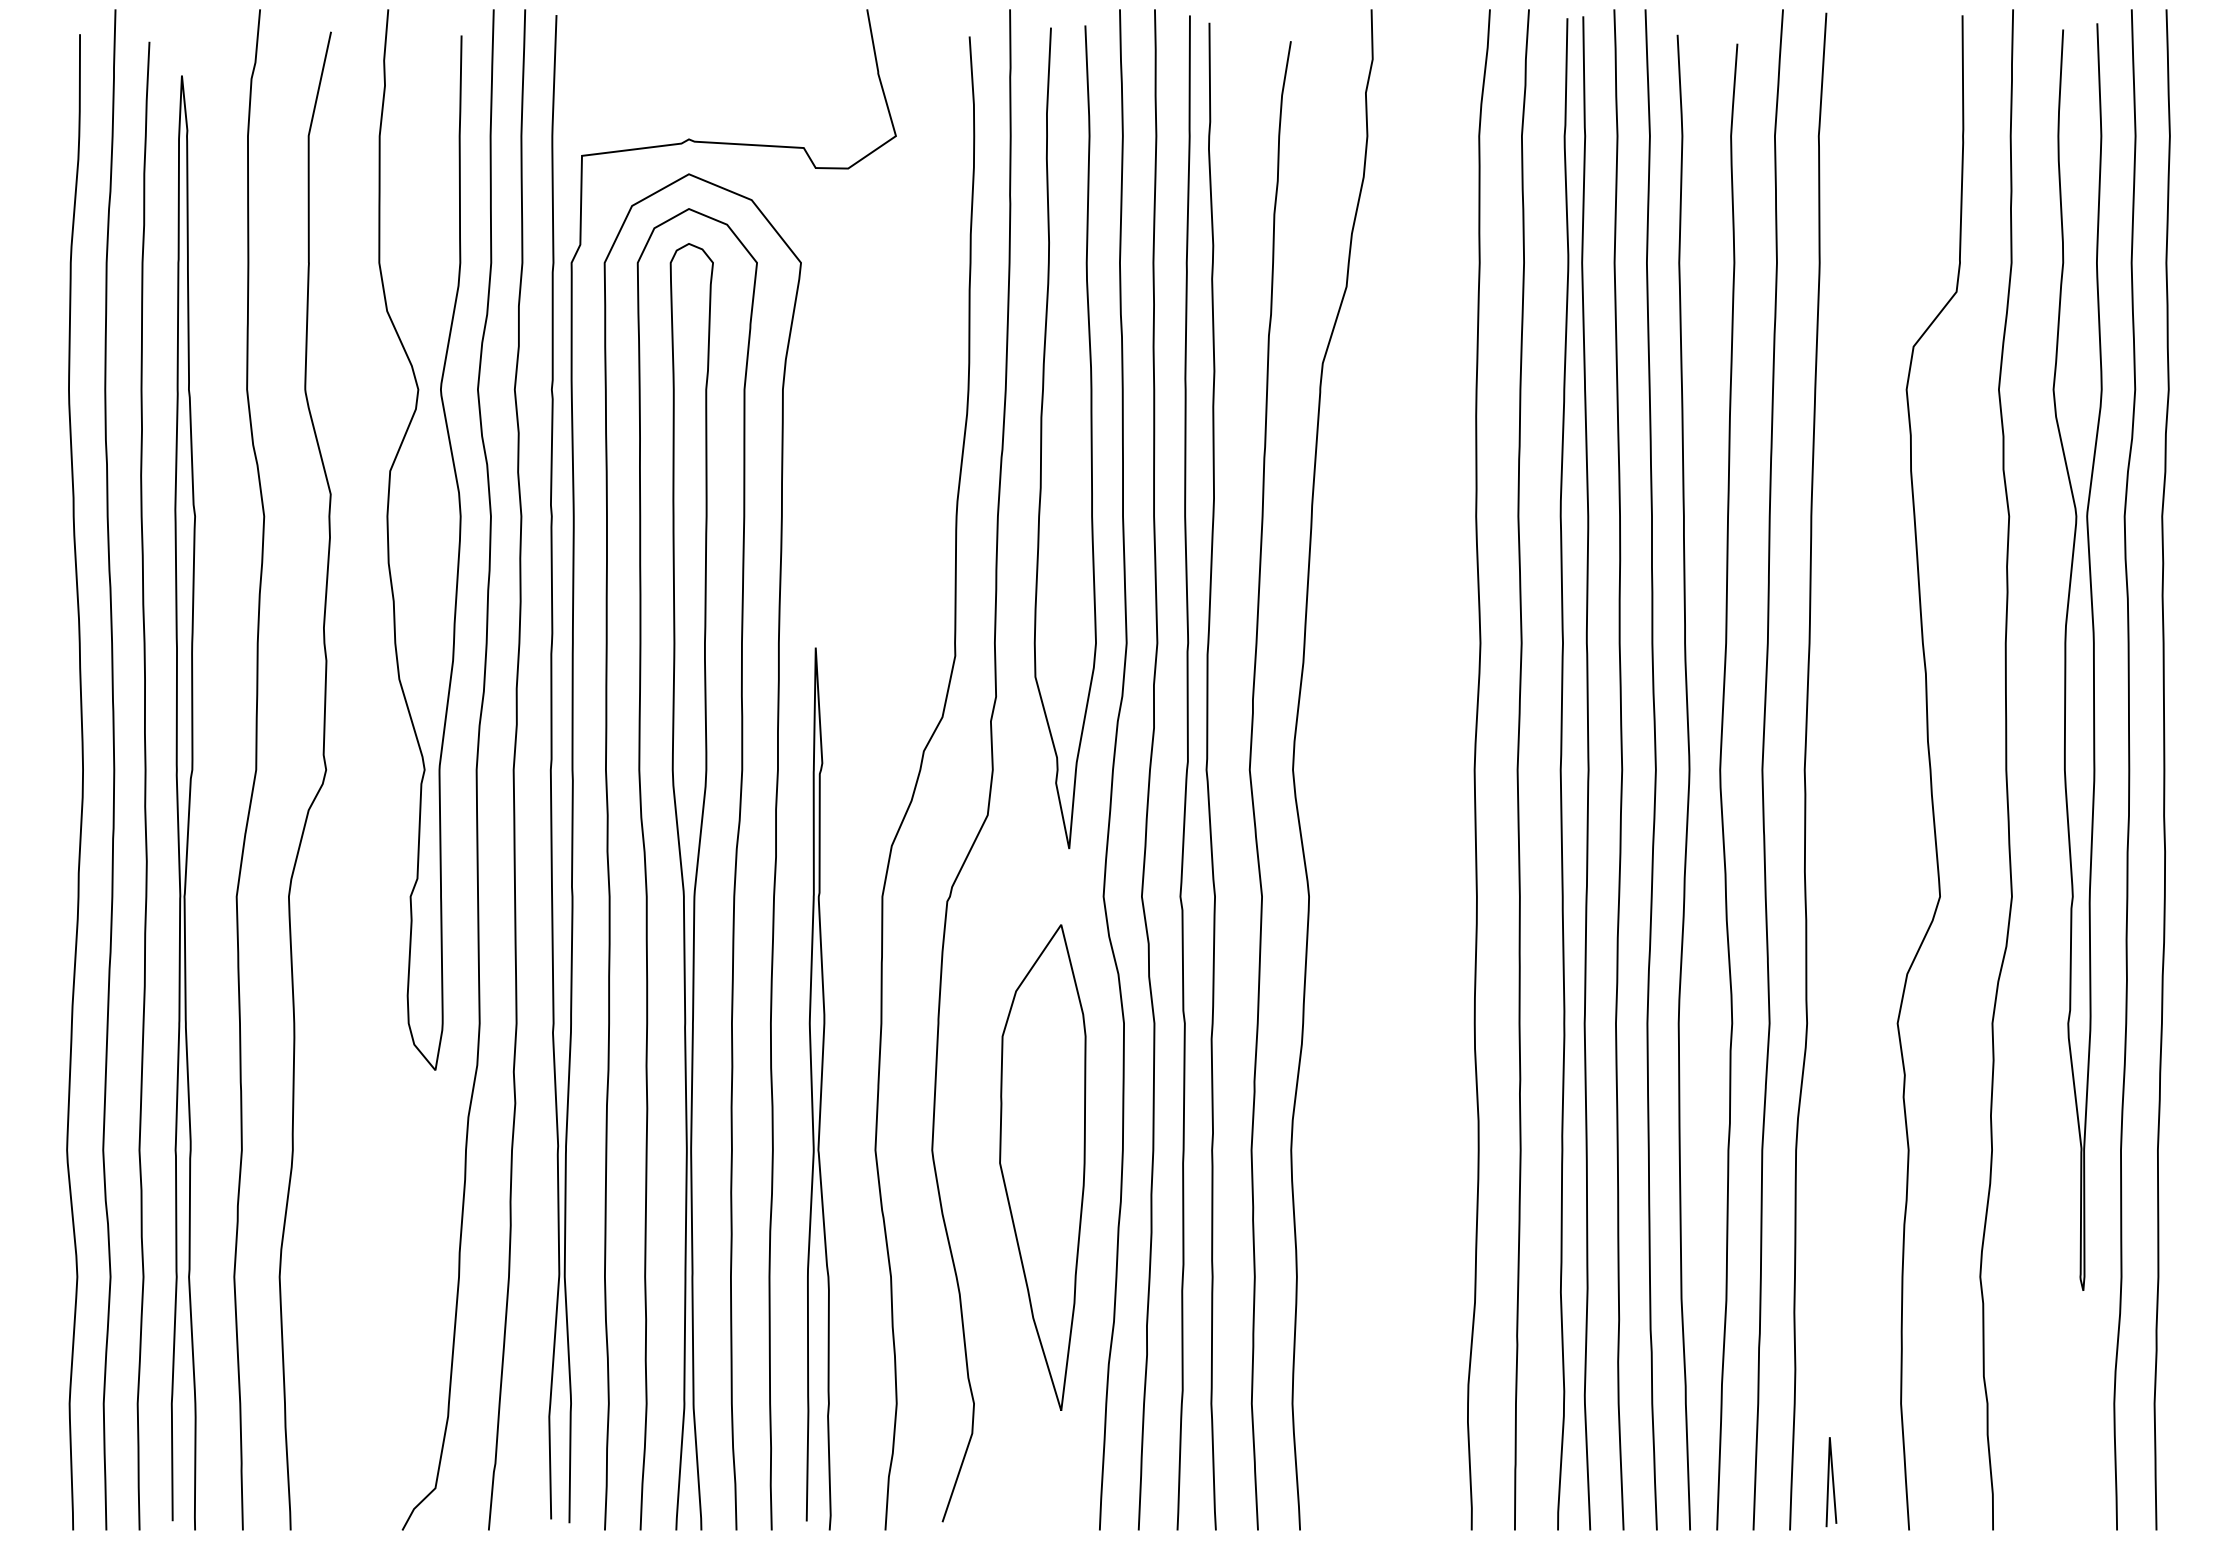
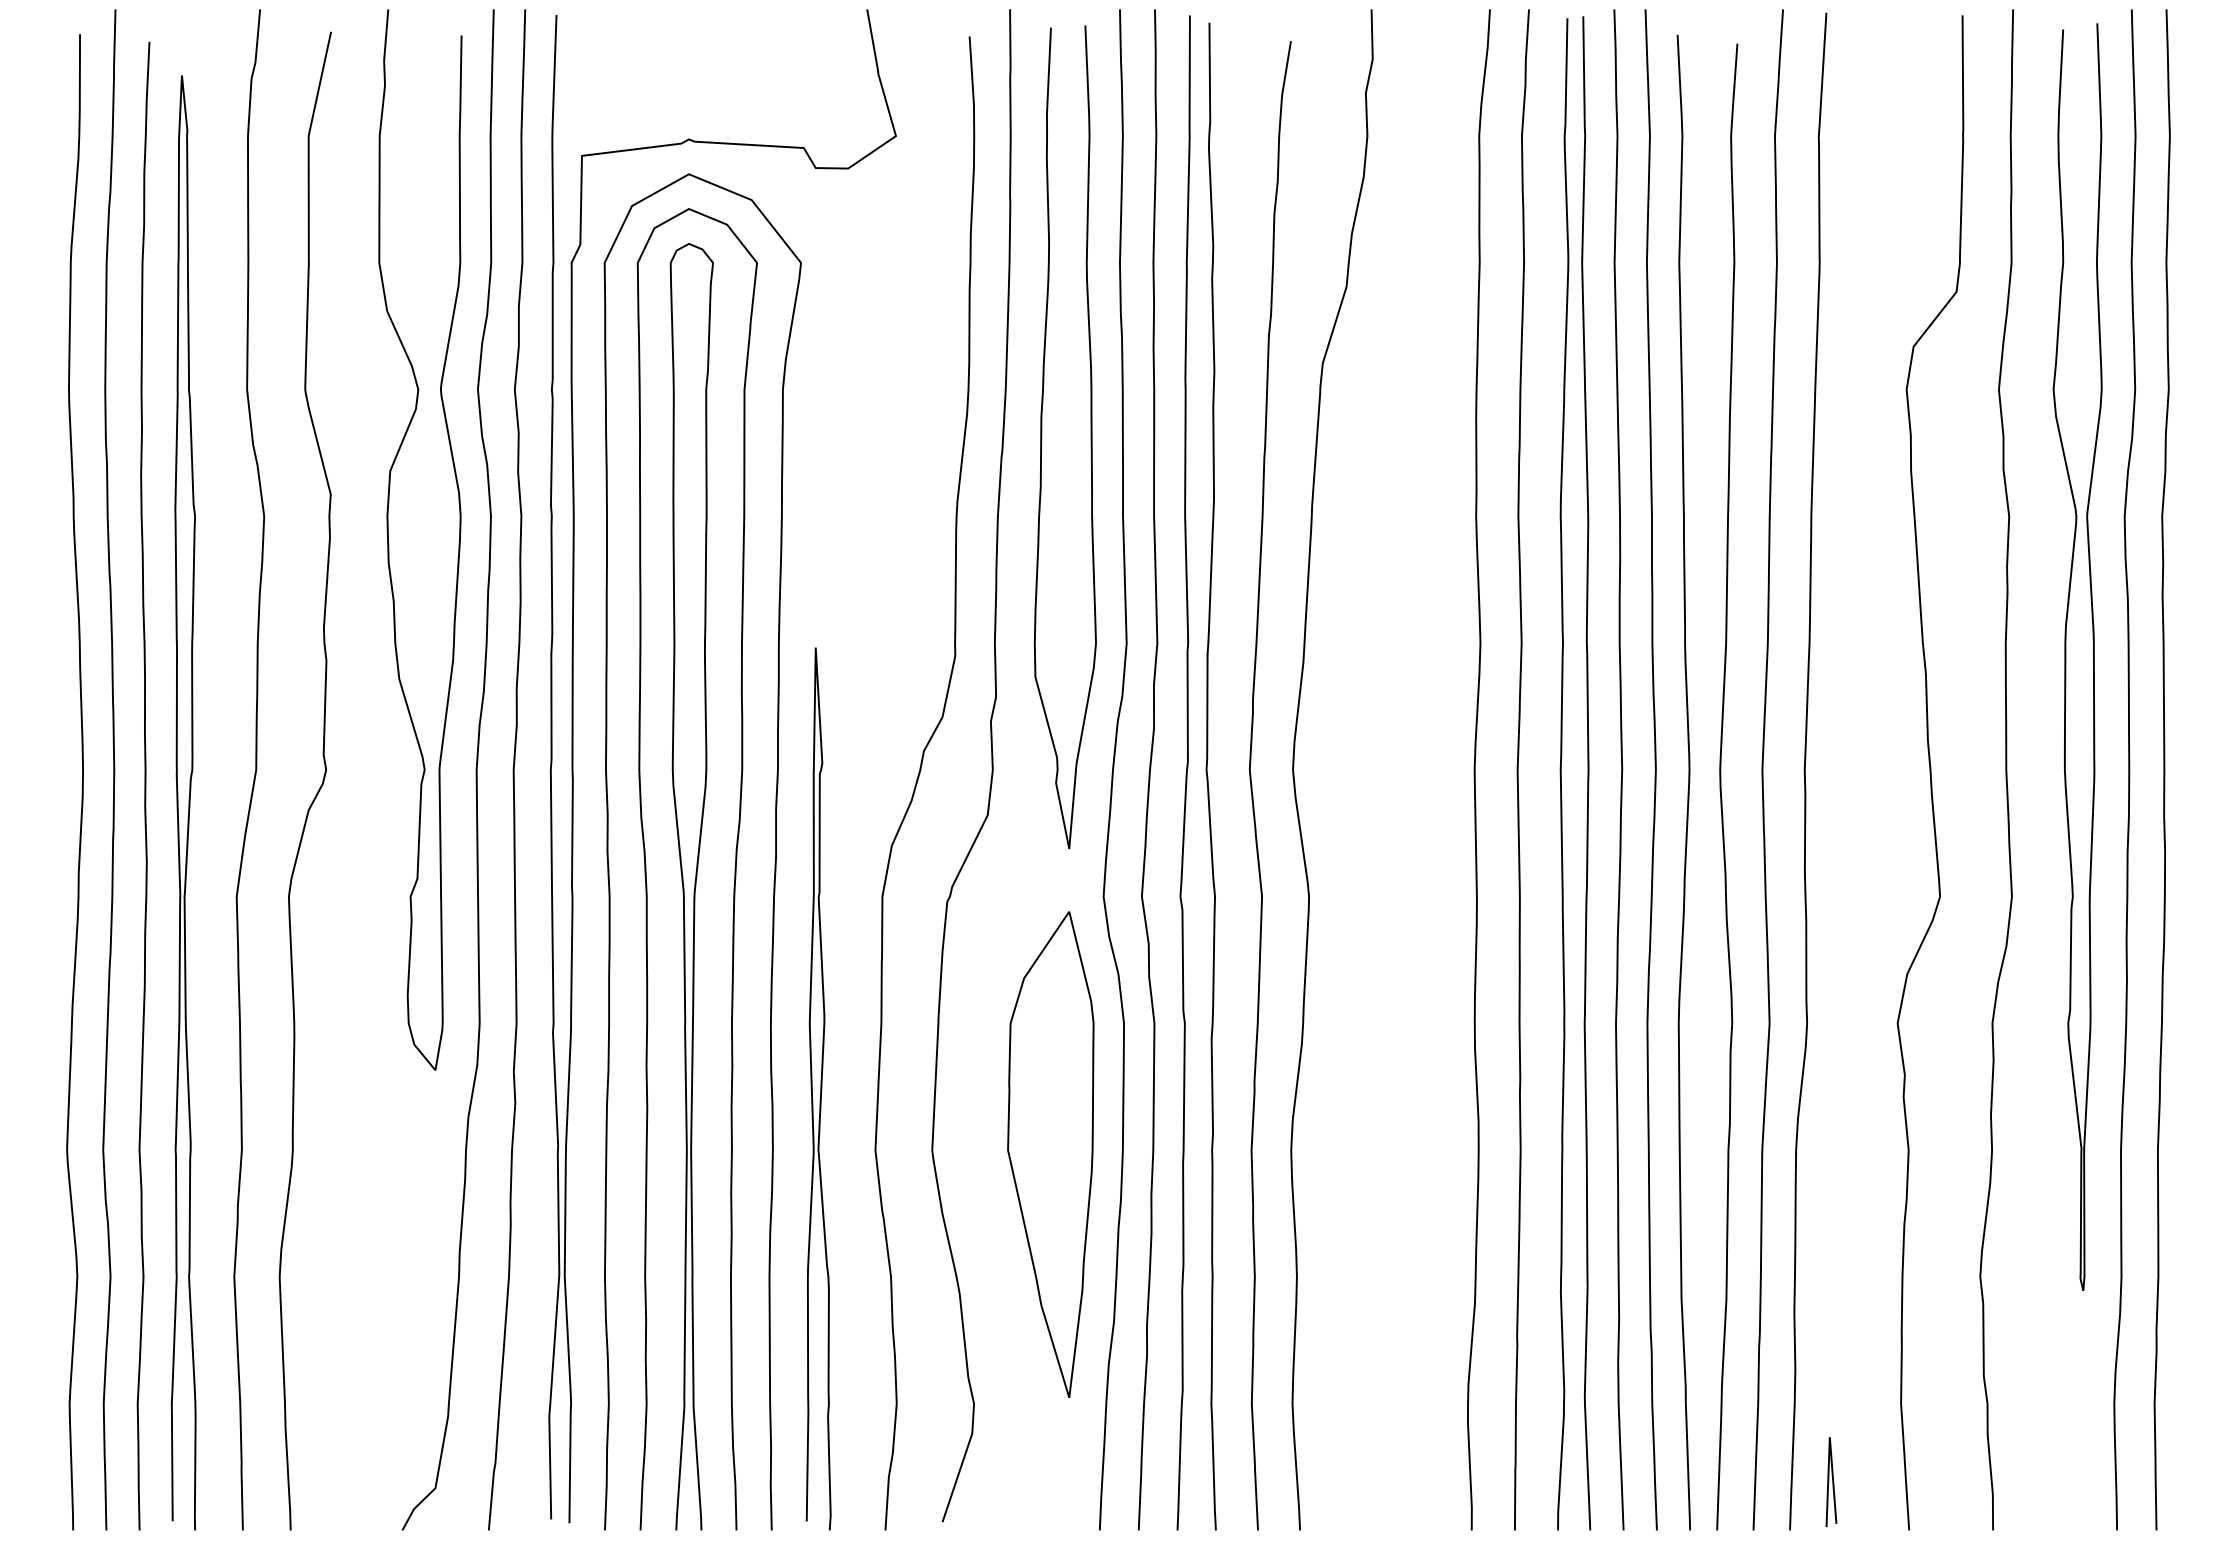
part at (1042, 1167) position: (1042, 1167) -> (1050, 1154)
